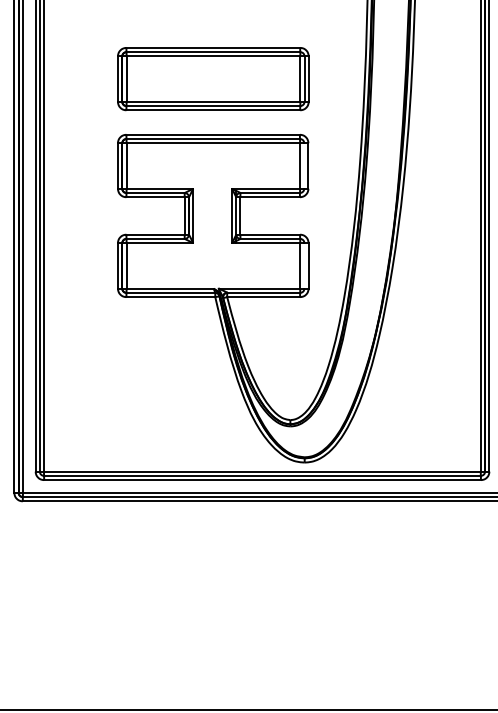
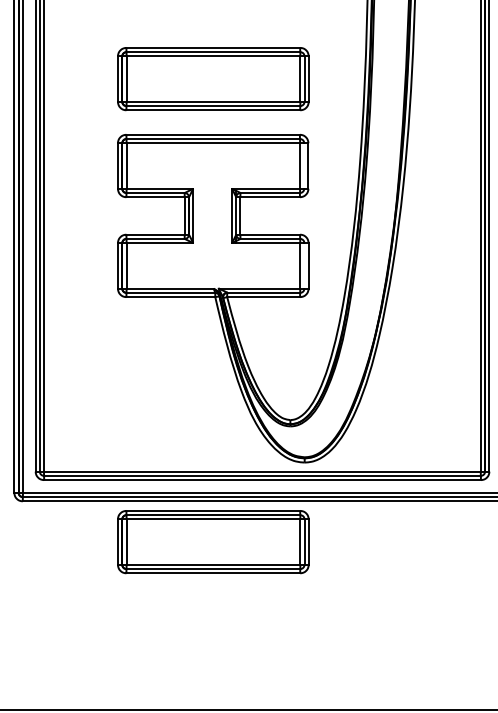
part at (213, 542): none -> present
